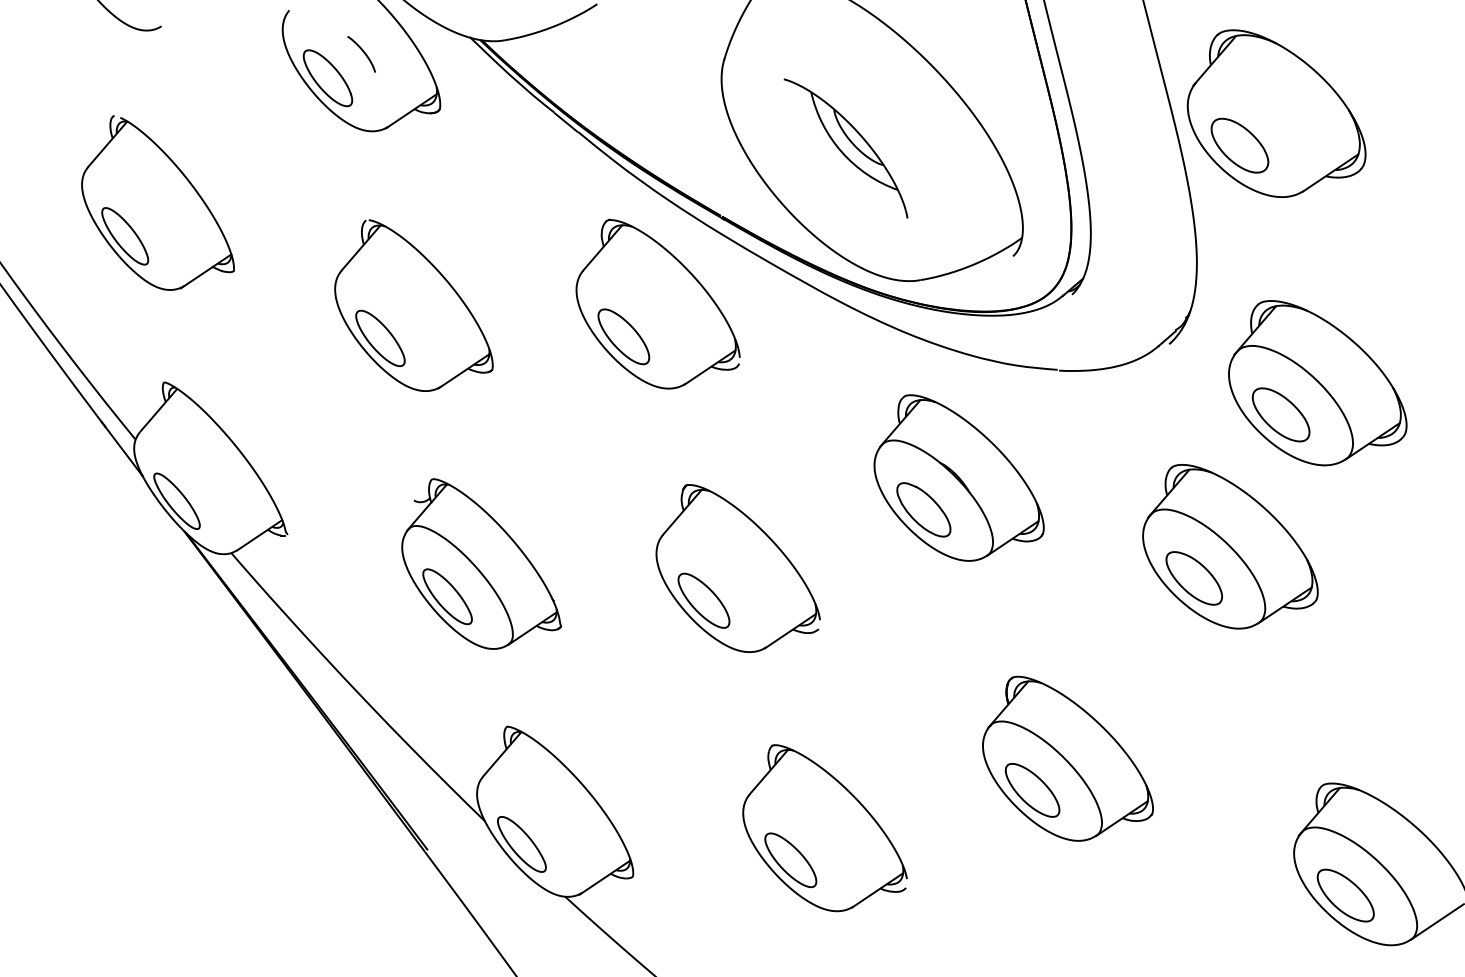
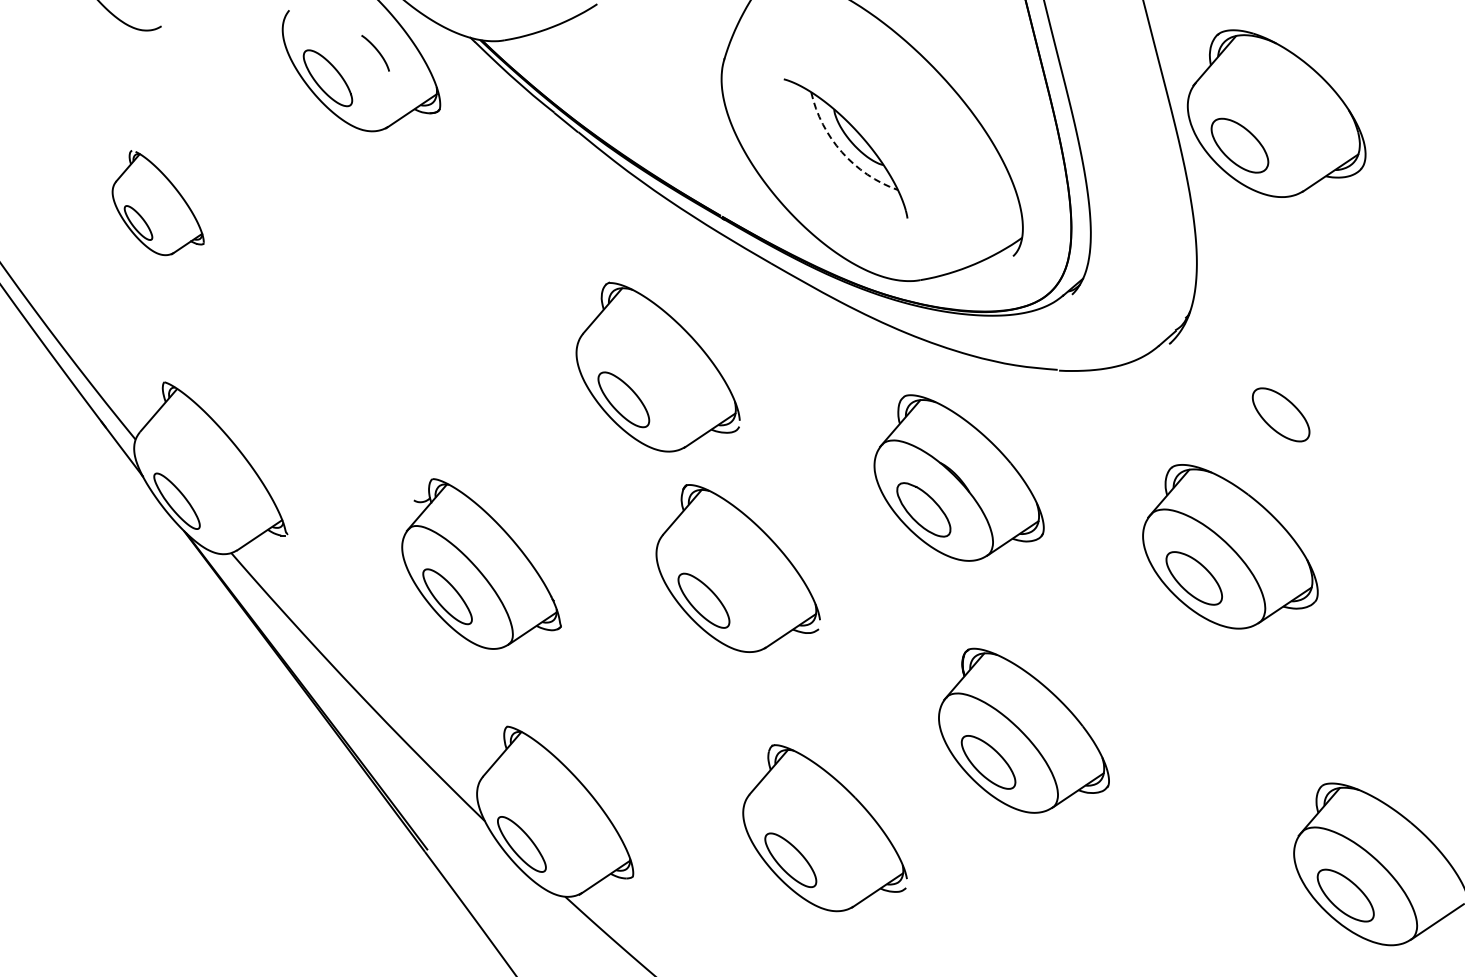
curve at (363, 53) position: (363, 53) -> (377, 52)
arc at (842, 152): solid -> dashed
part at (158, 202) size: 155x176 px -> 94x107 px
part at (657, 303) position: (657, 303) -> (657, 366)
part at (413, 305): present -> none
part at (1317, 383): present -> none
part at (1067, 758) position: (1067, 758) -> (1023, 730)
